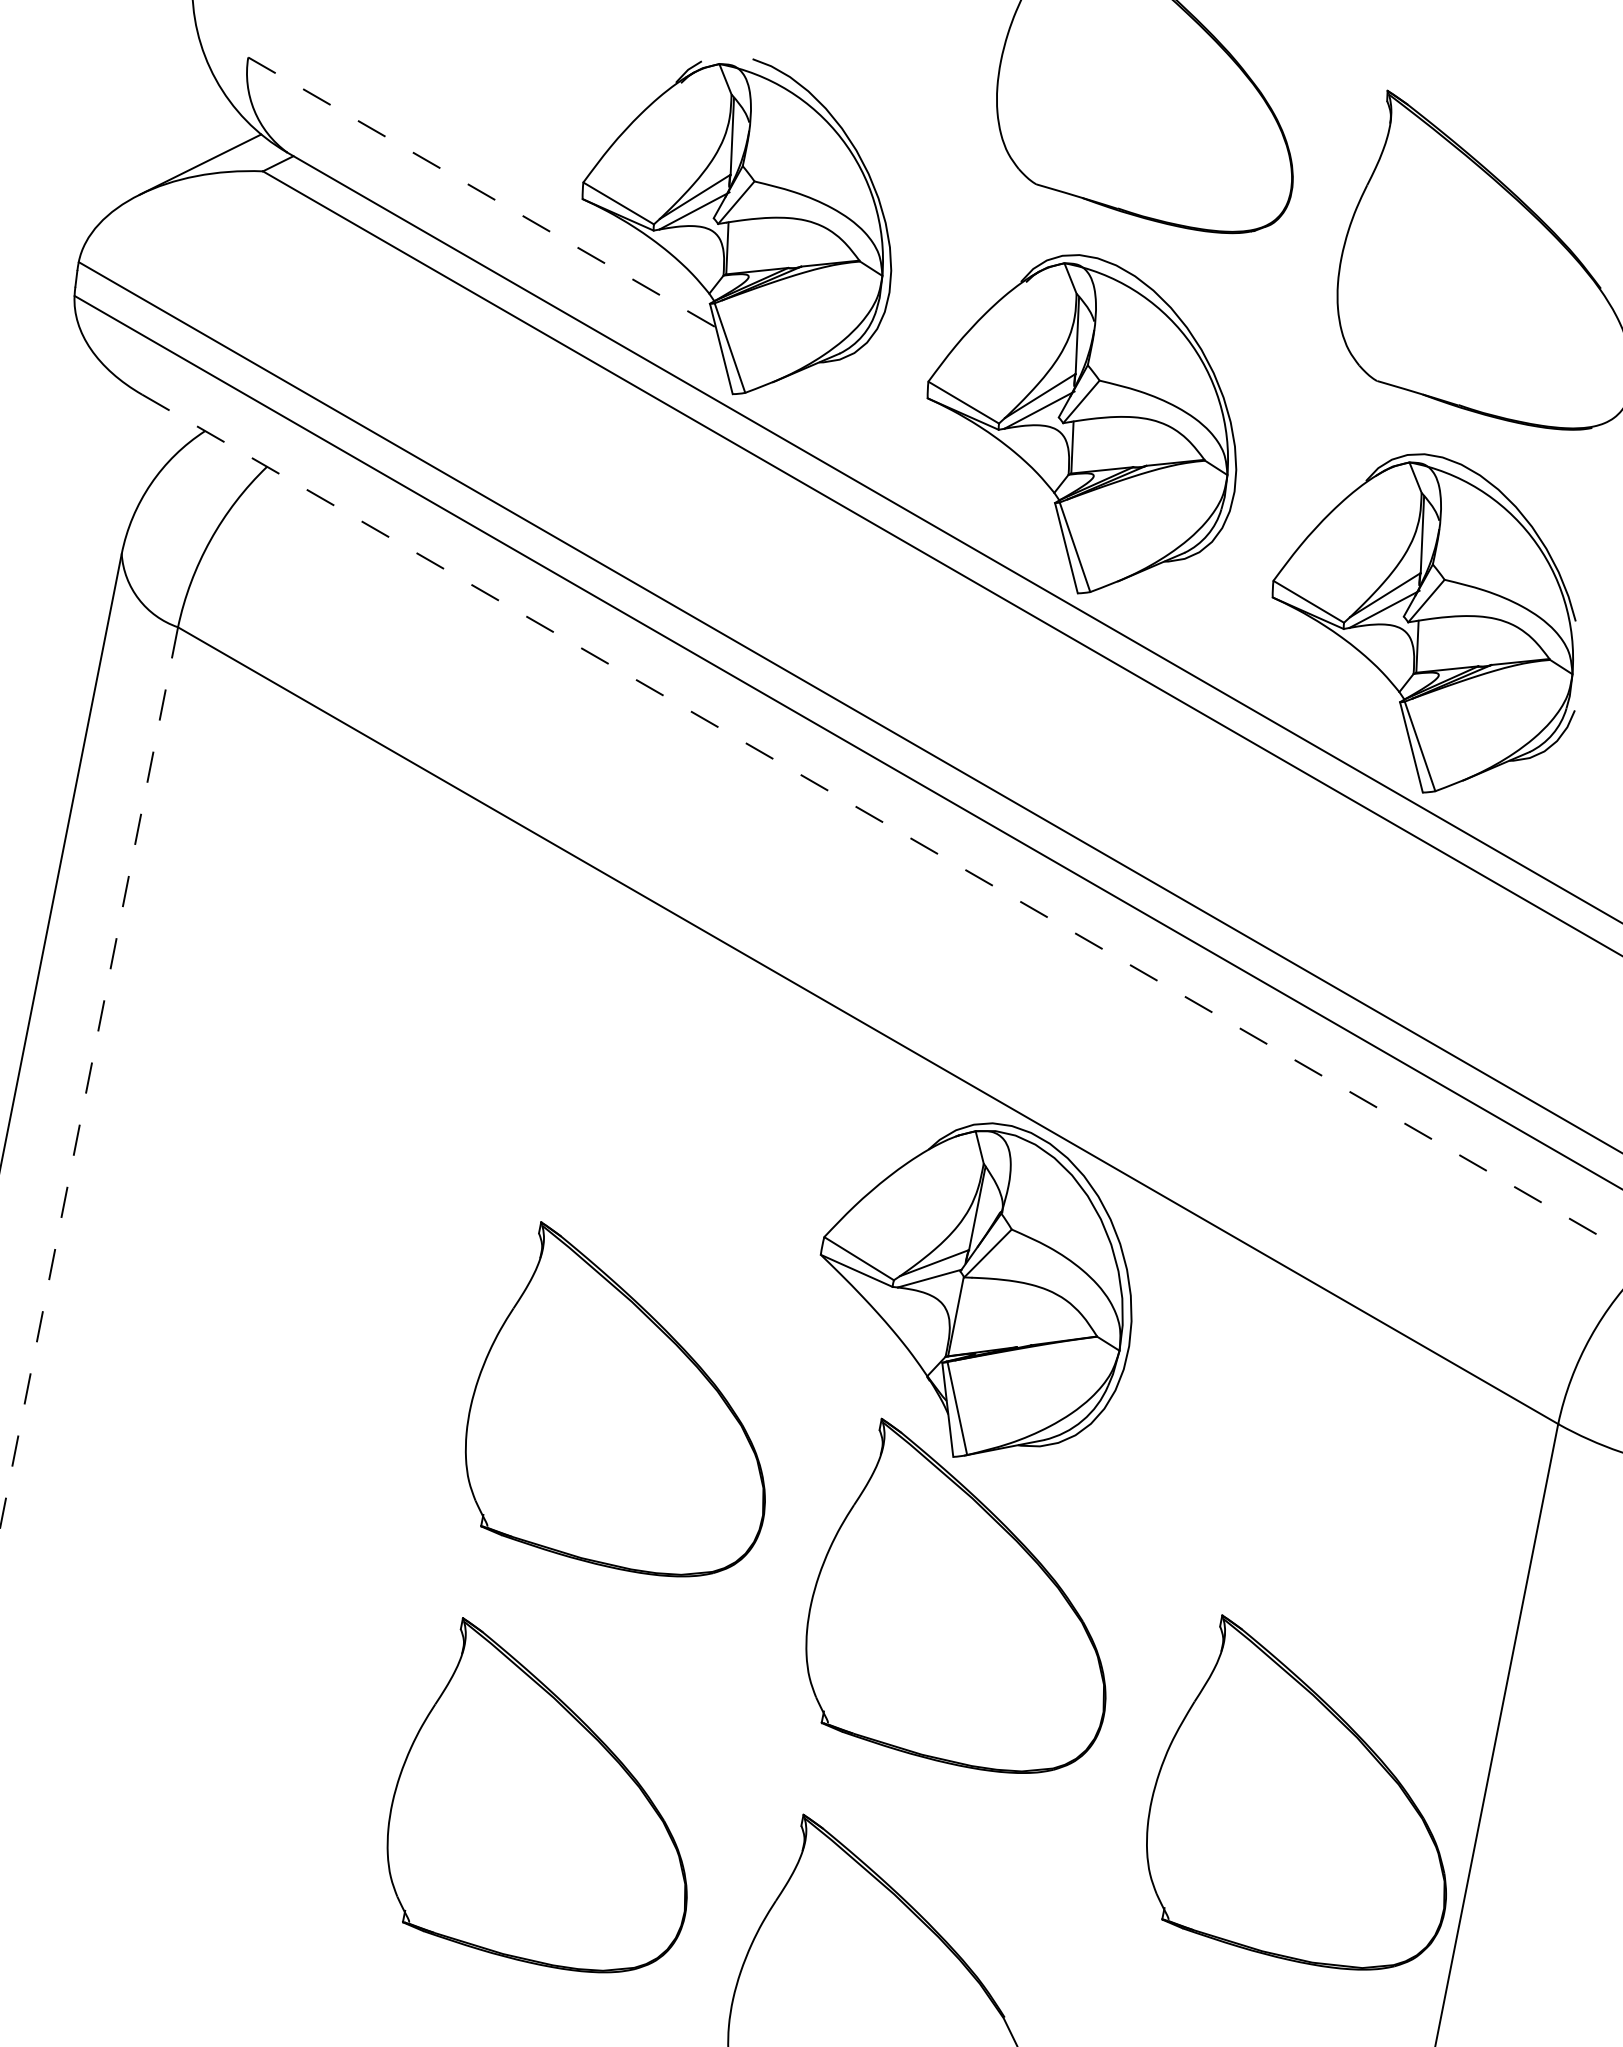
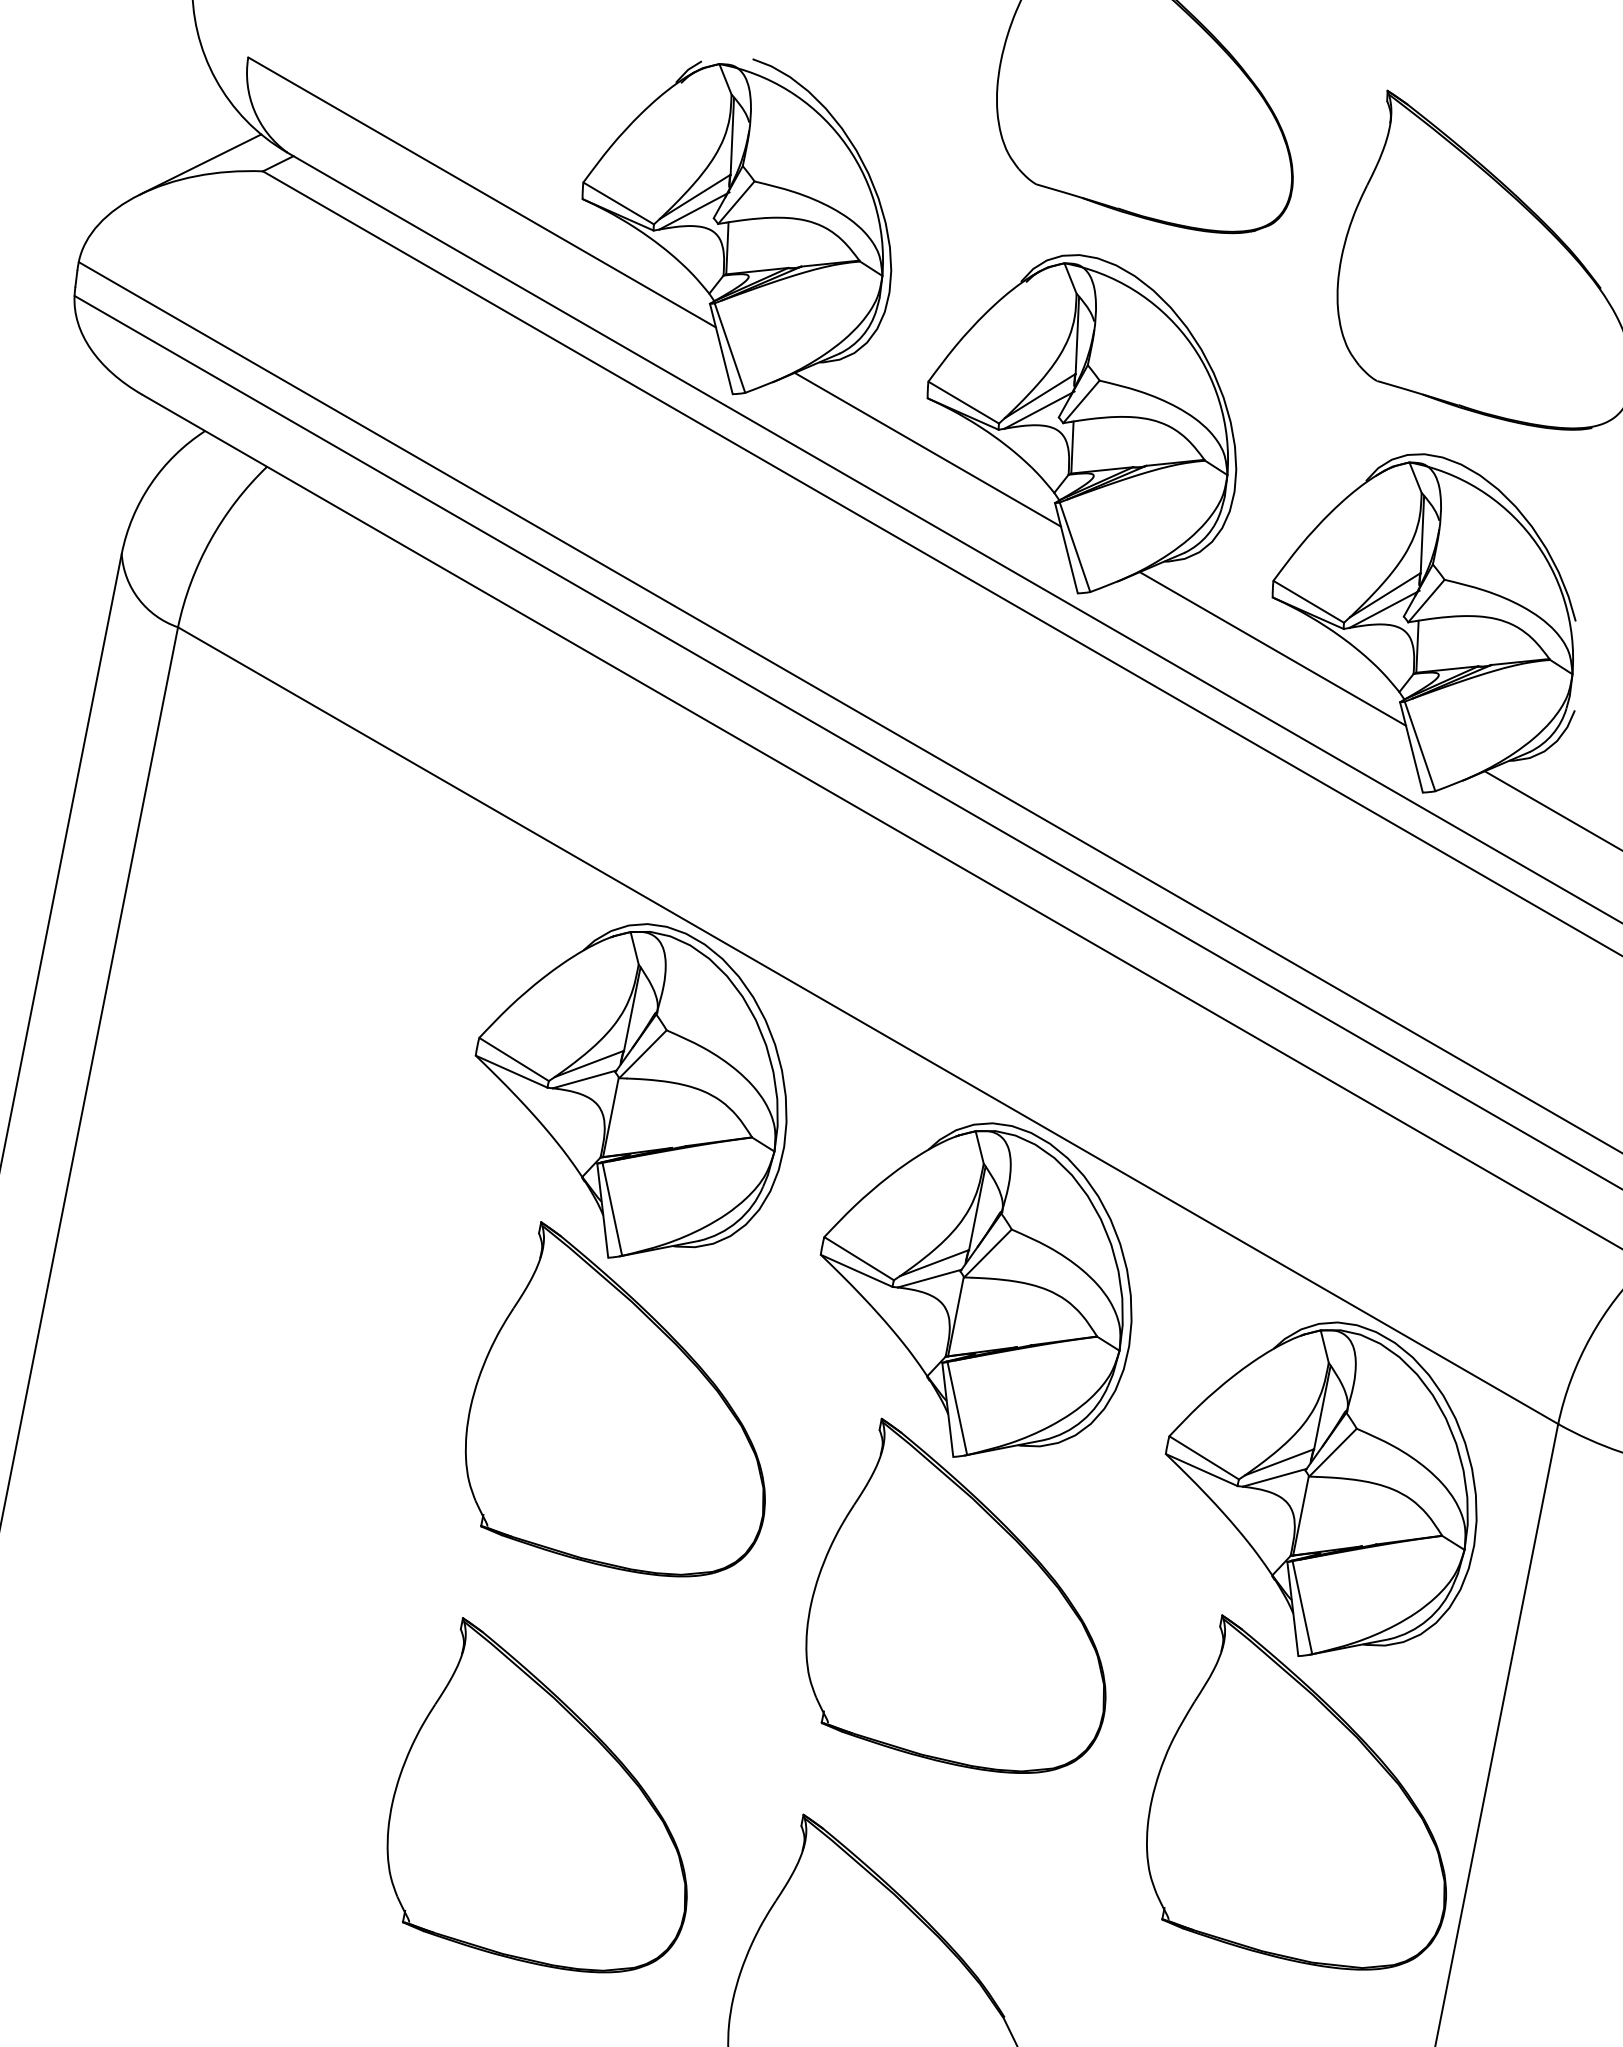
line at (482, 192): dashed -> solid
line at (927, 449): none -> present
line at (1272, 648): none -> present
line at (1551, 810): none -> present
line at (882, 822): dashed -> solid
line at (88, 1078): dashed -> solid
part at (630, 1090): none -> present
part at (1320, 1488): none -> present
